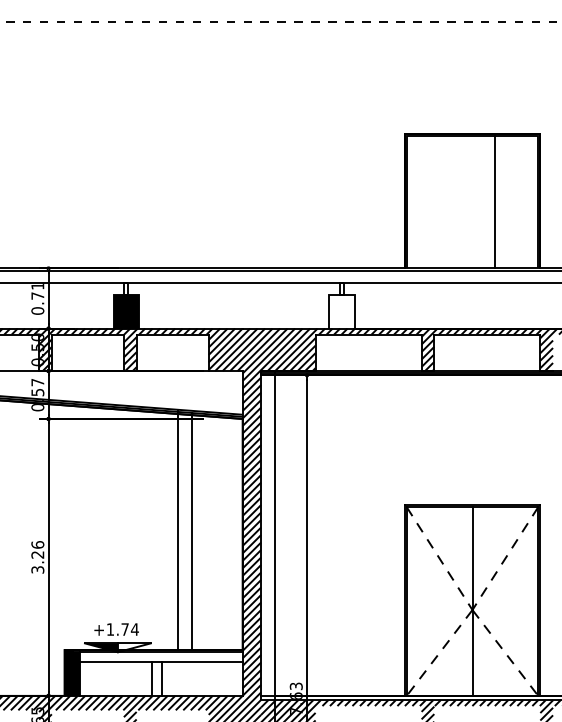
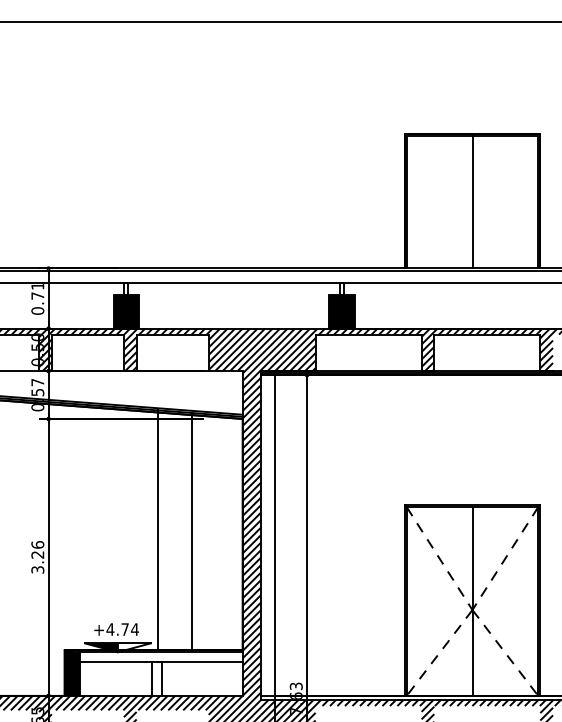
line at (281, 21): dashed -> solid
line at (494, 200) position: (494, 200) -> (472, 200)
fill at (341, 311): none -> present
line at (177, 530) position: (177, 530) -> (157, 530)
text at (110, 629): +1.74 -> +4.74
